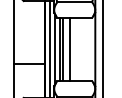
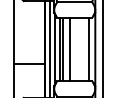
line at (88, 49): none -> present
